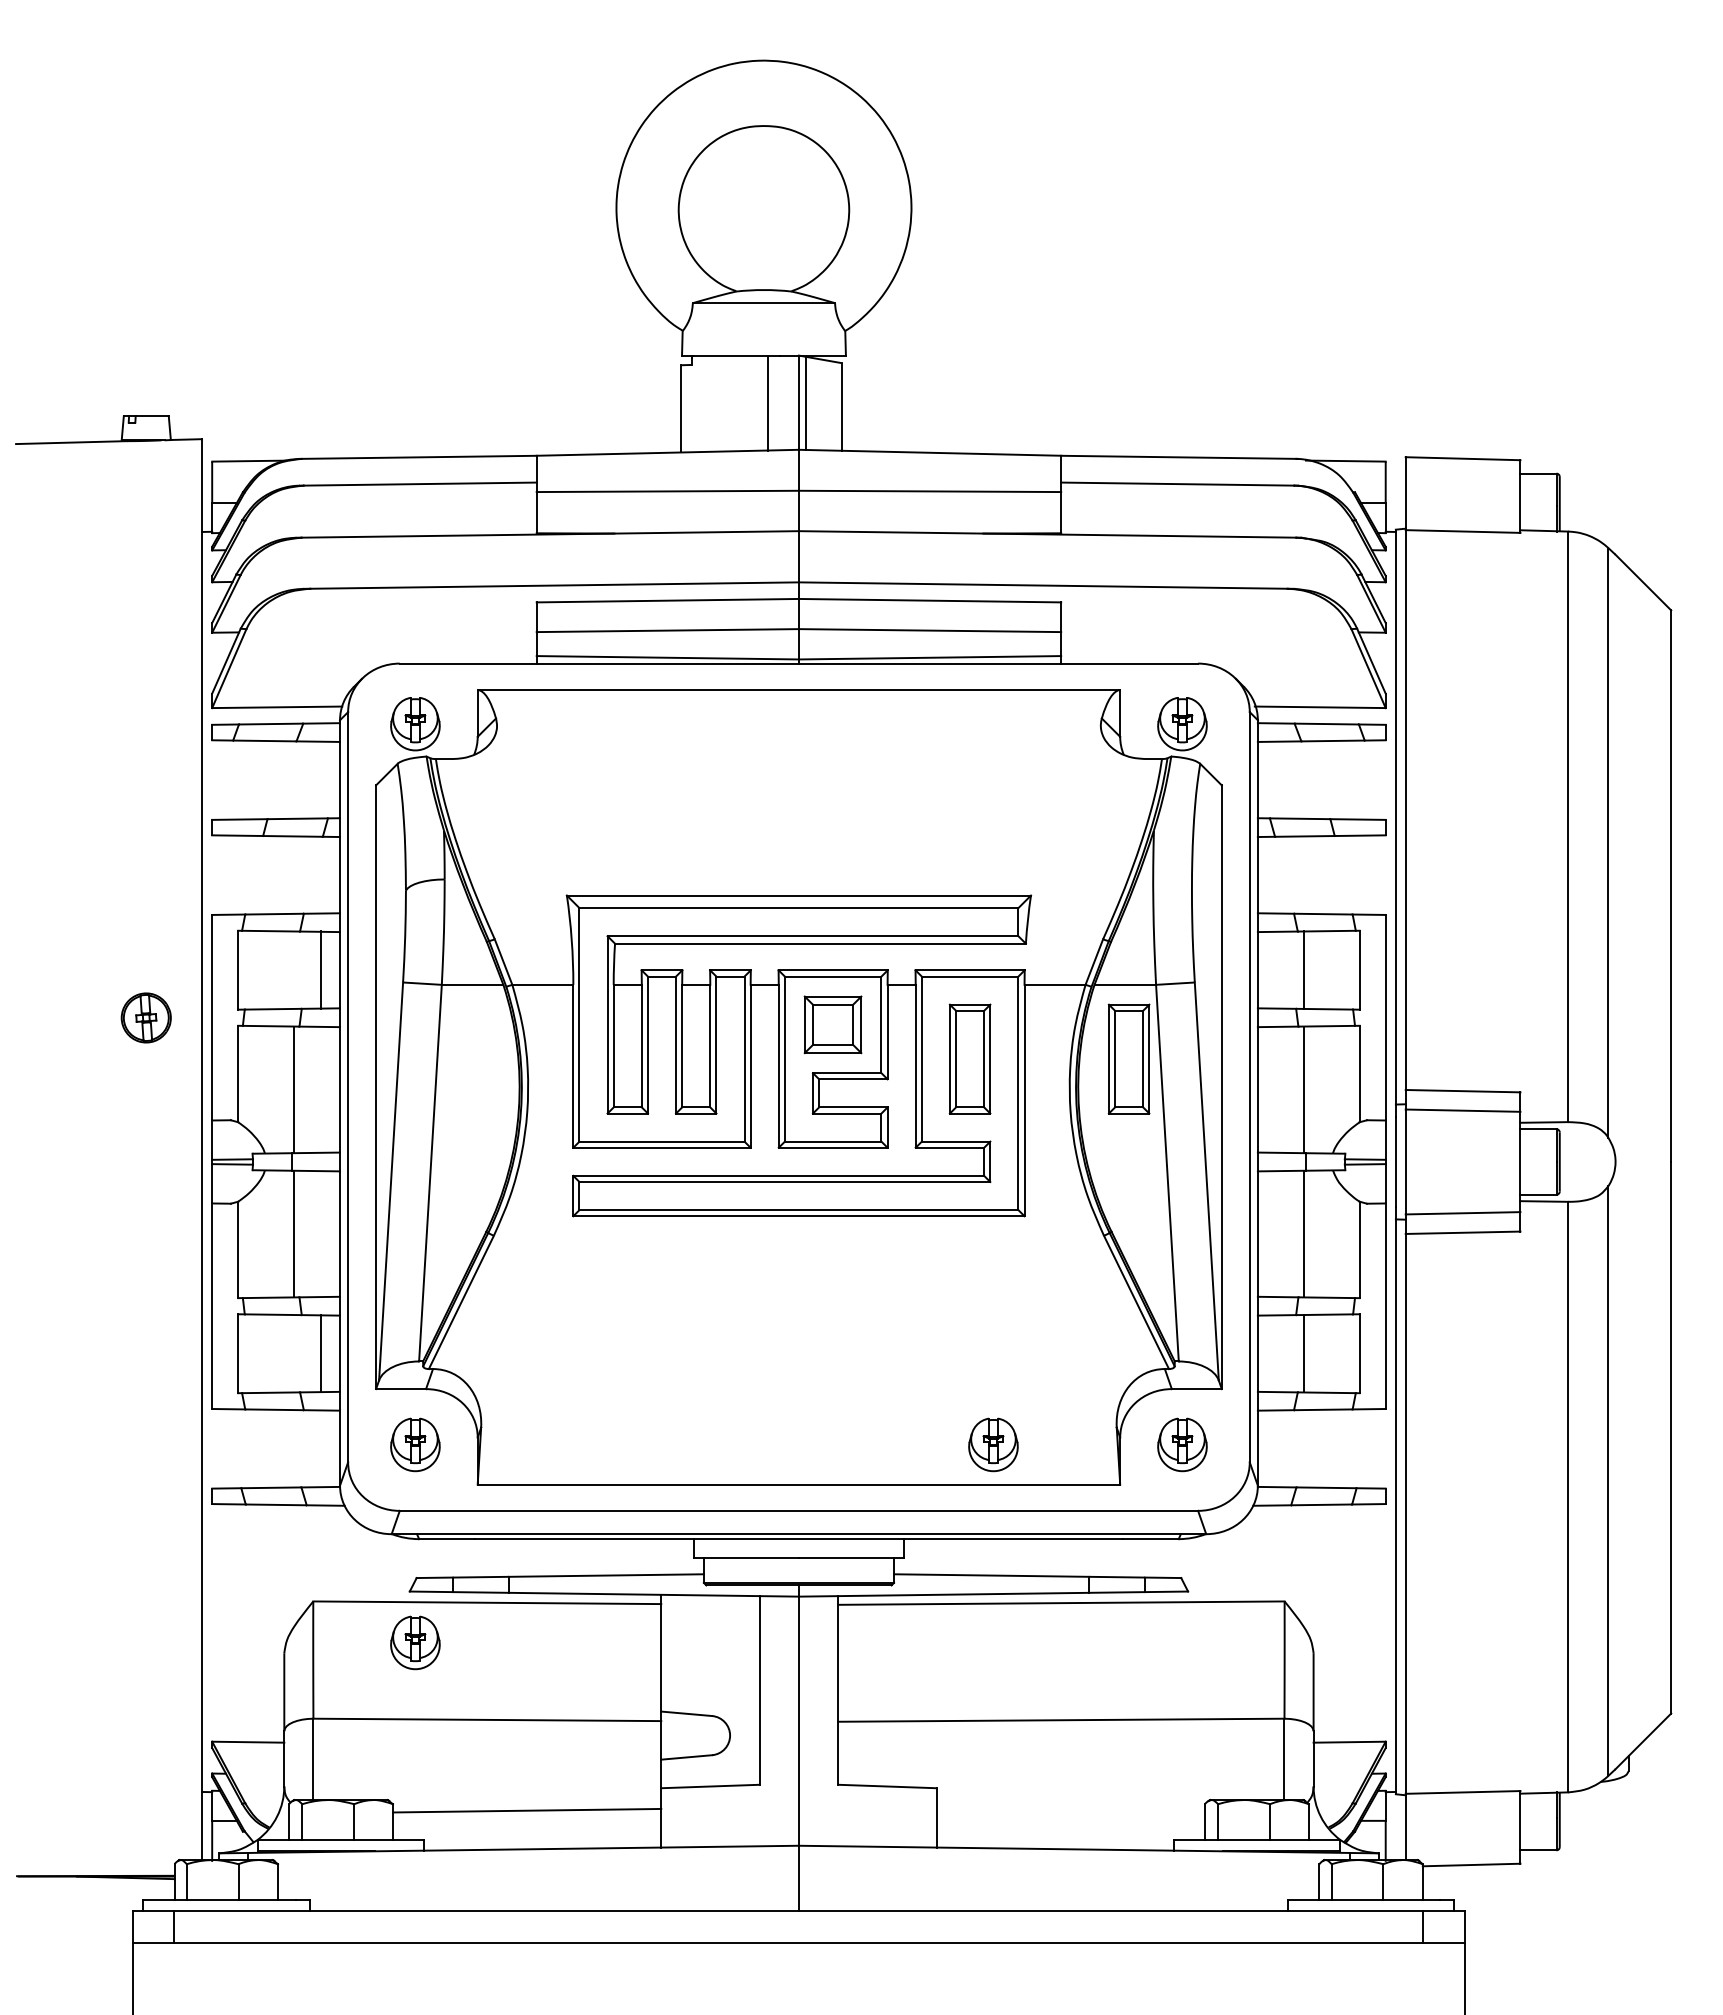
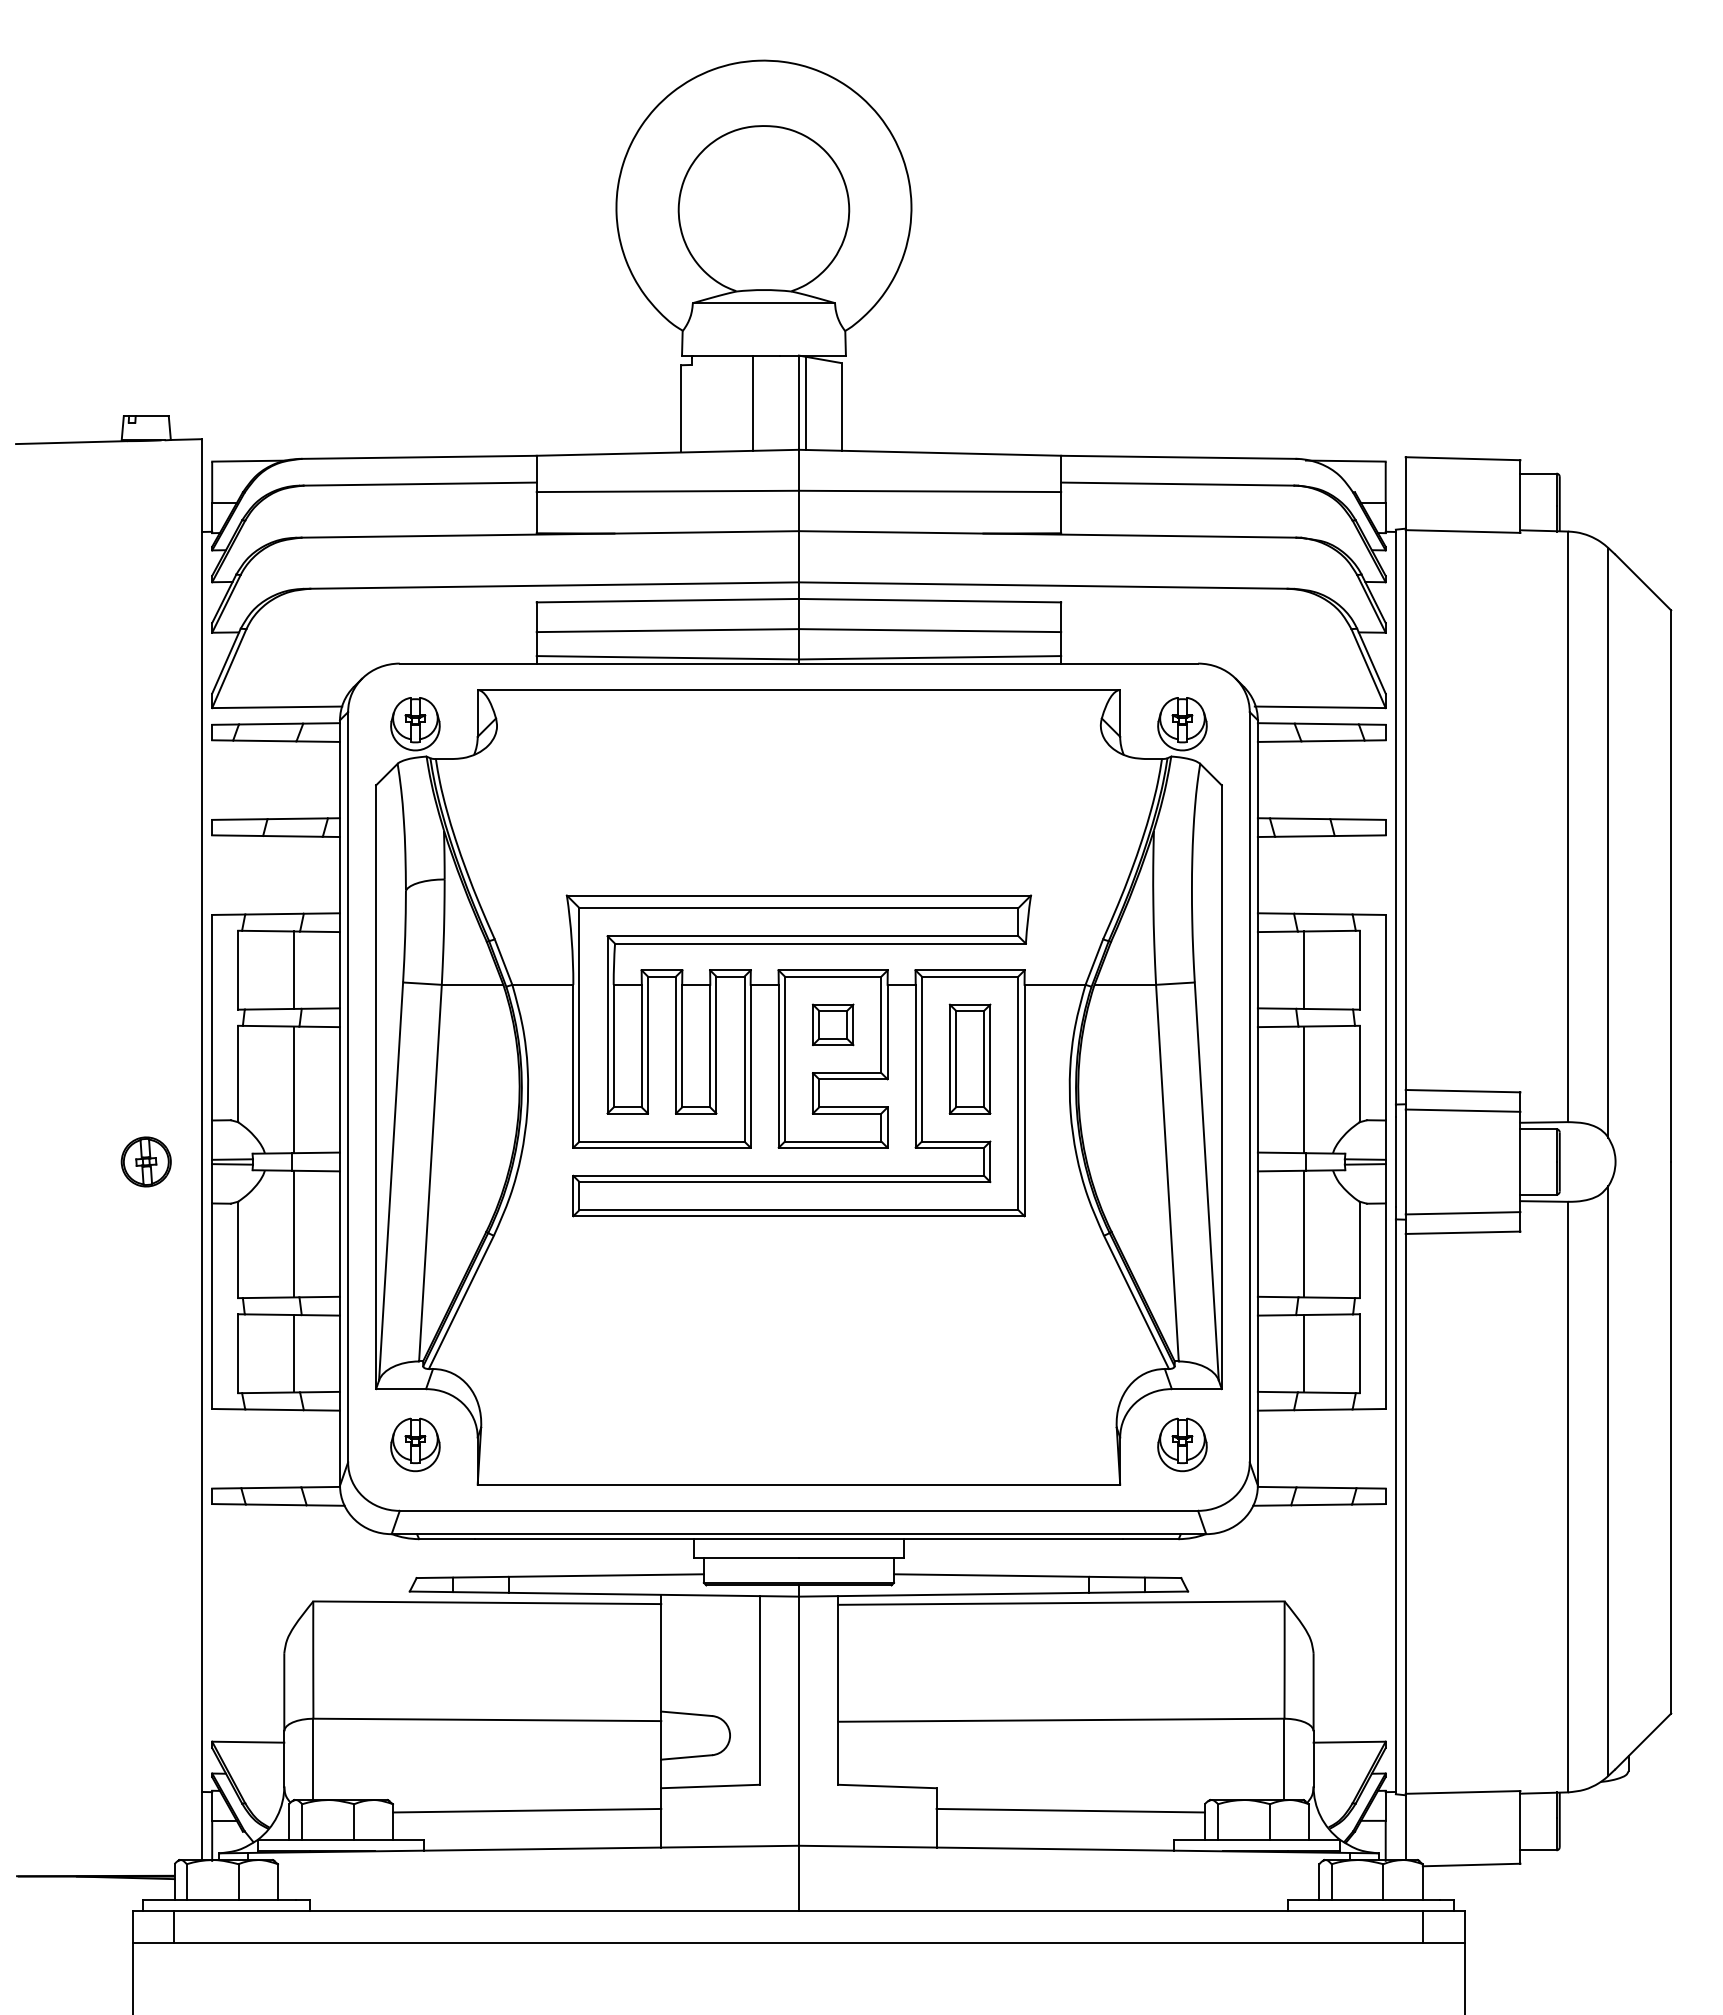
line at (767, 402) position: (767, 402) -> (752, 402)
line at (321, 969) position: (321, 969) -> (294, 969)
part at (145, 1017) position: (145, 1017) -> (145, 1161)
part at (832, 1024) size: 60x60 px -> 43x44 px
part at (1128, 1058): present -> none
line at (321, 1353) position: (321, 1353) -> (294, 1353)
part at (993, 1444): present -> none
part at (415, 1642): present -> none
line at (1070, 1810): none -> present
